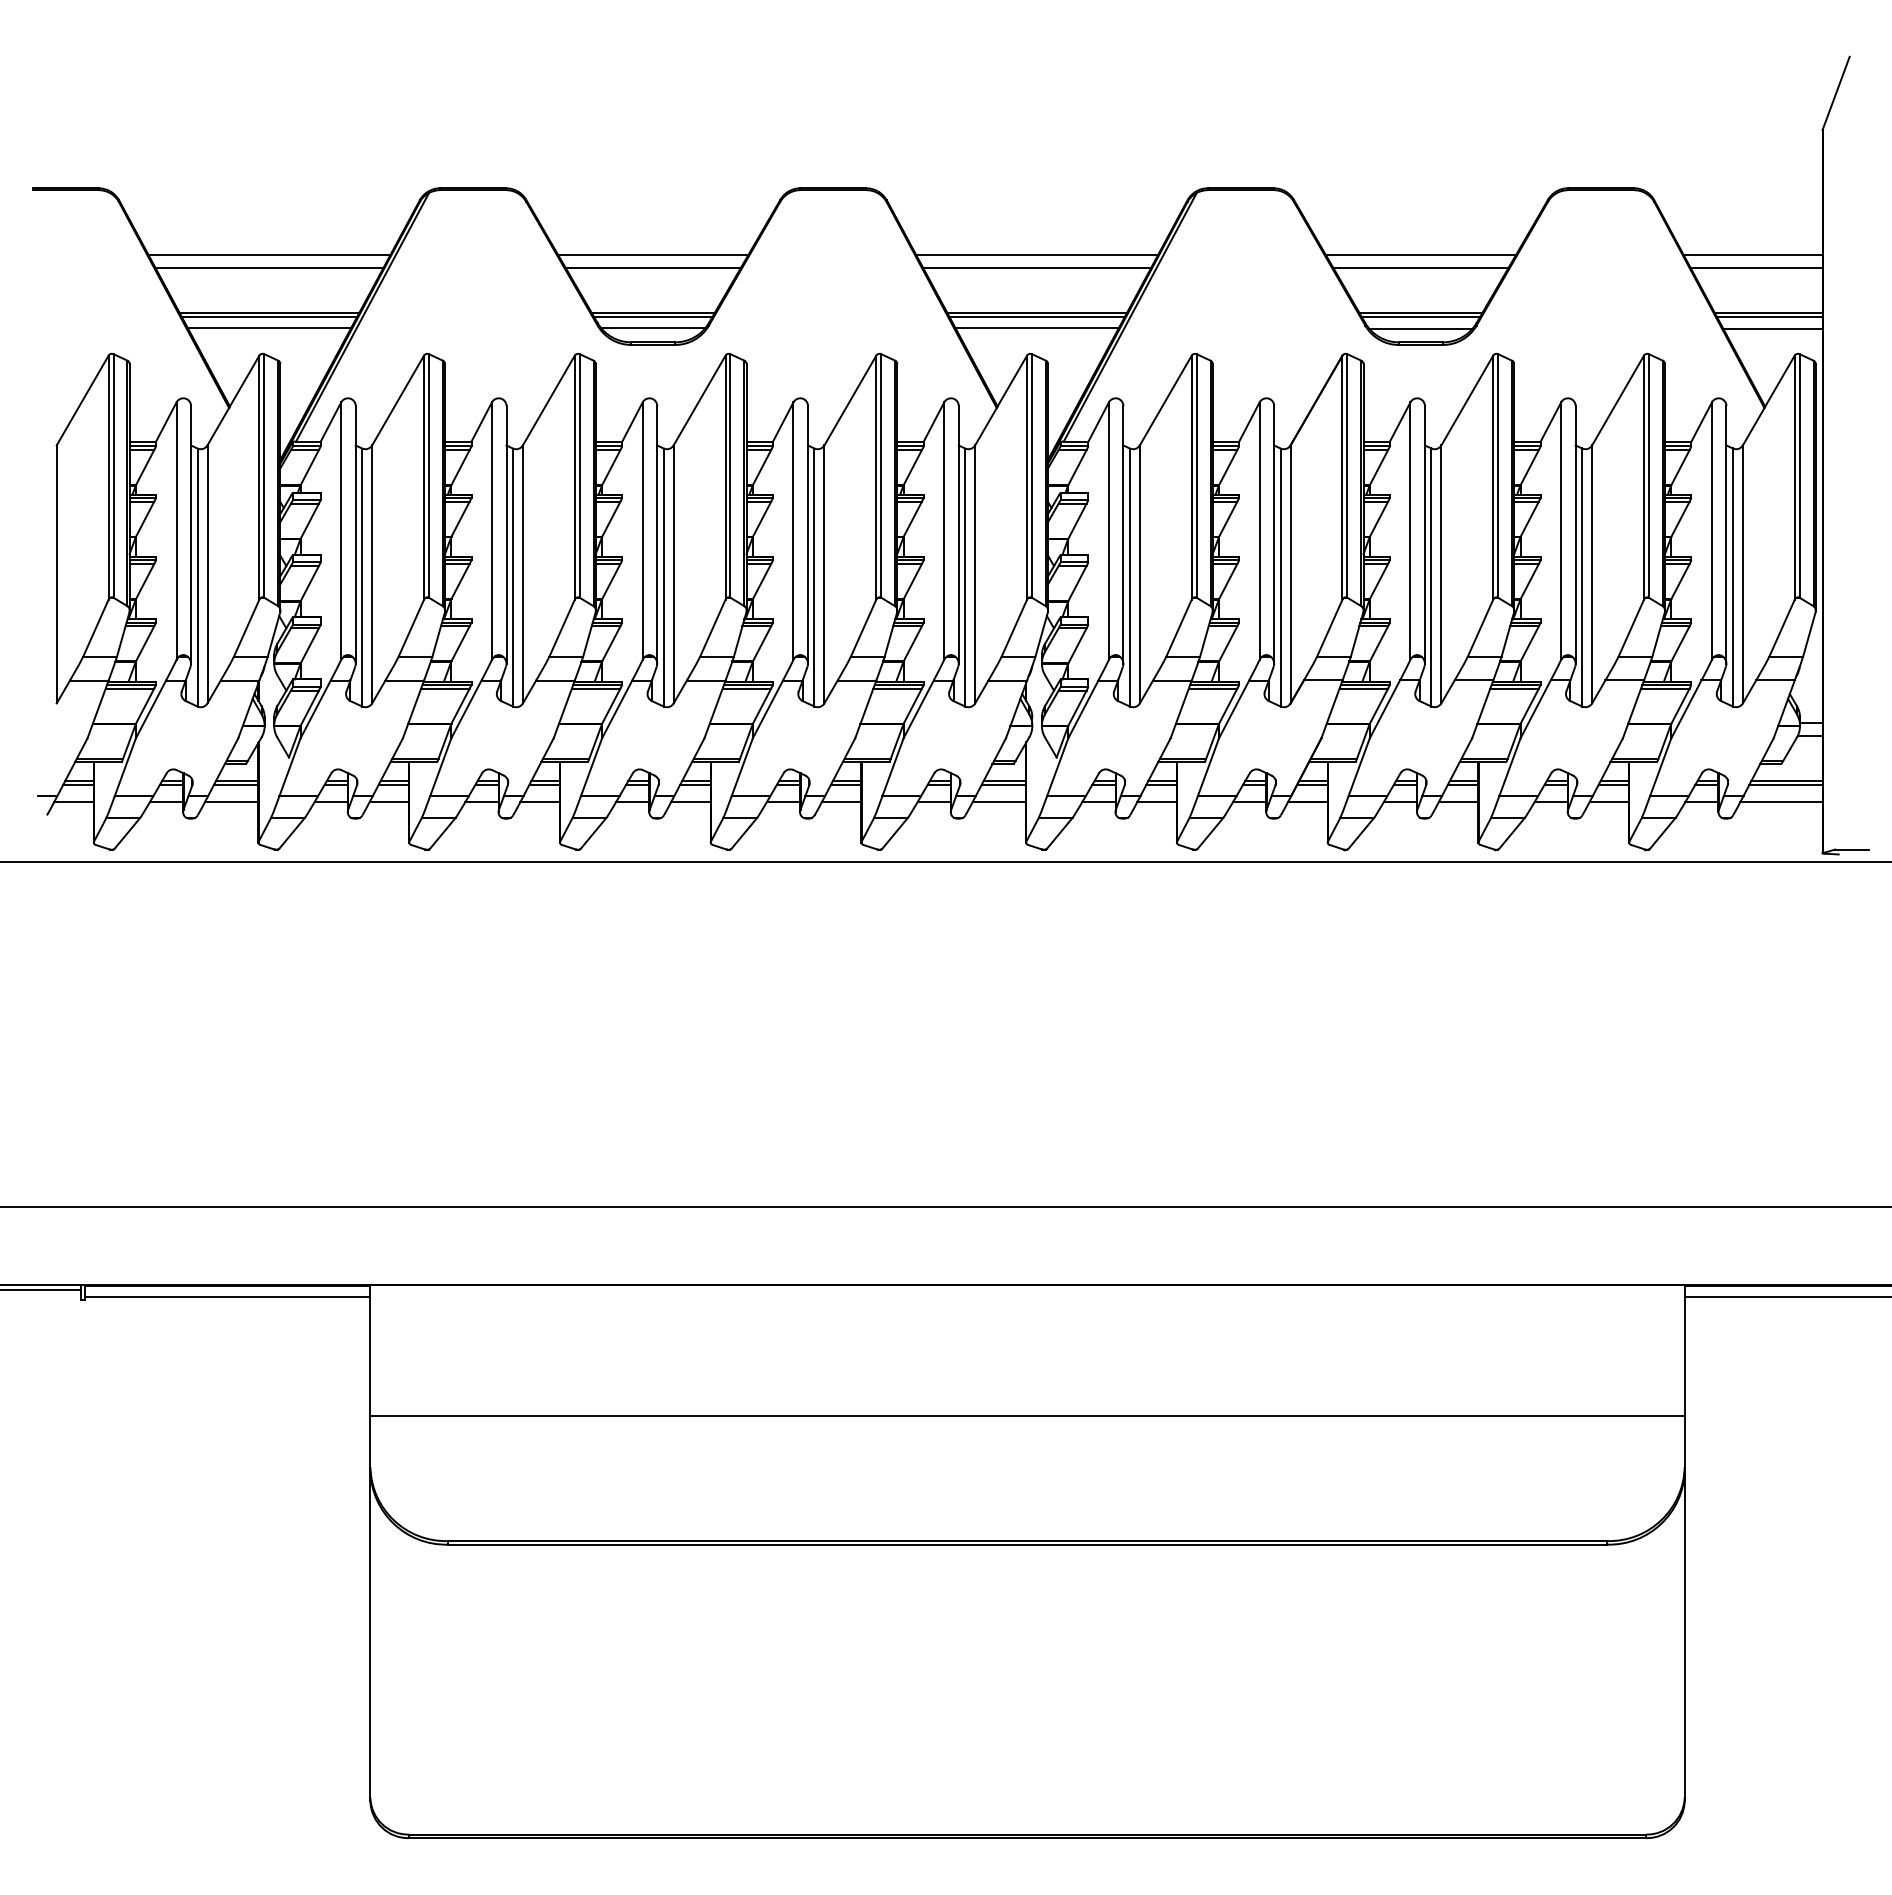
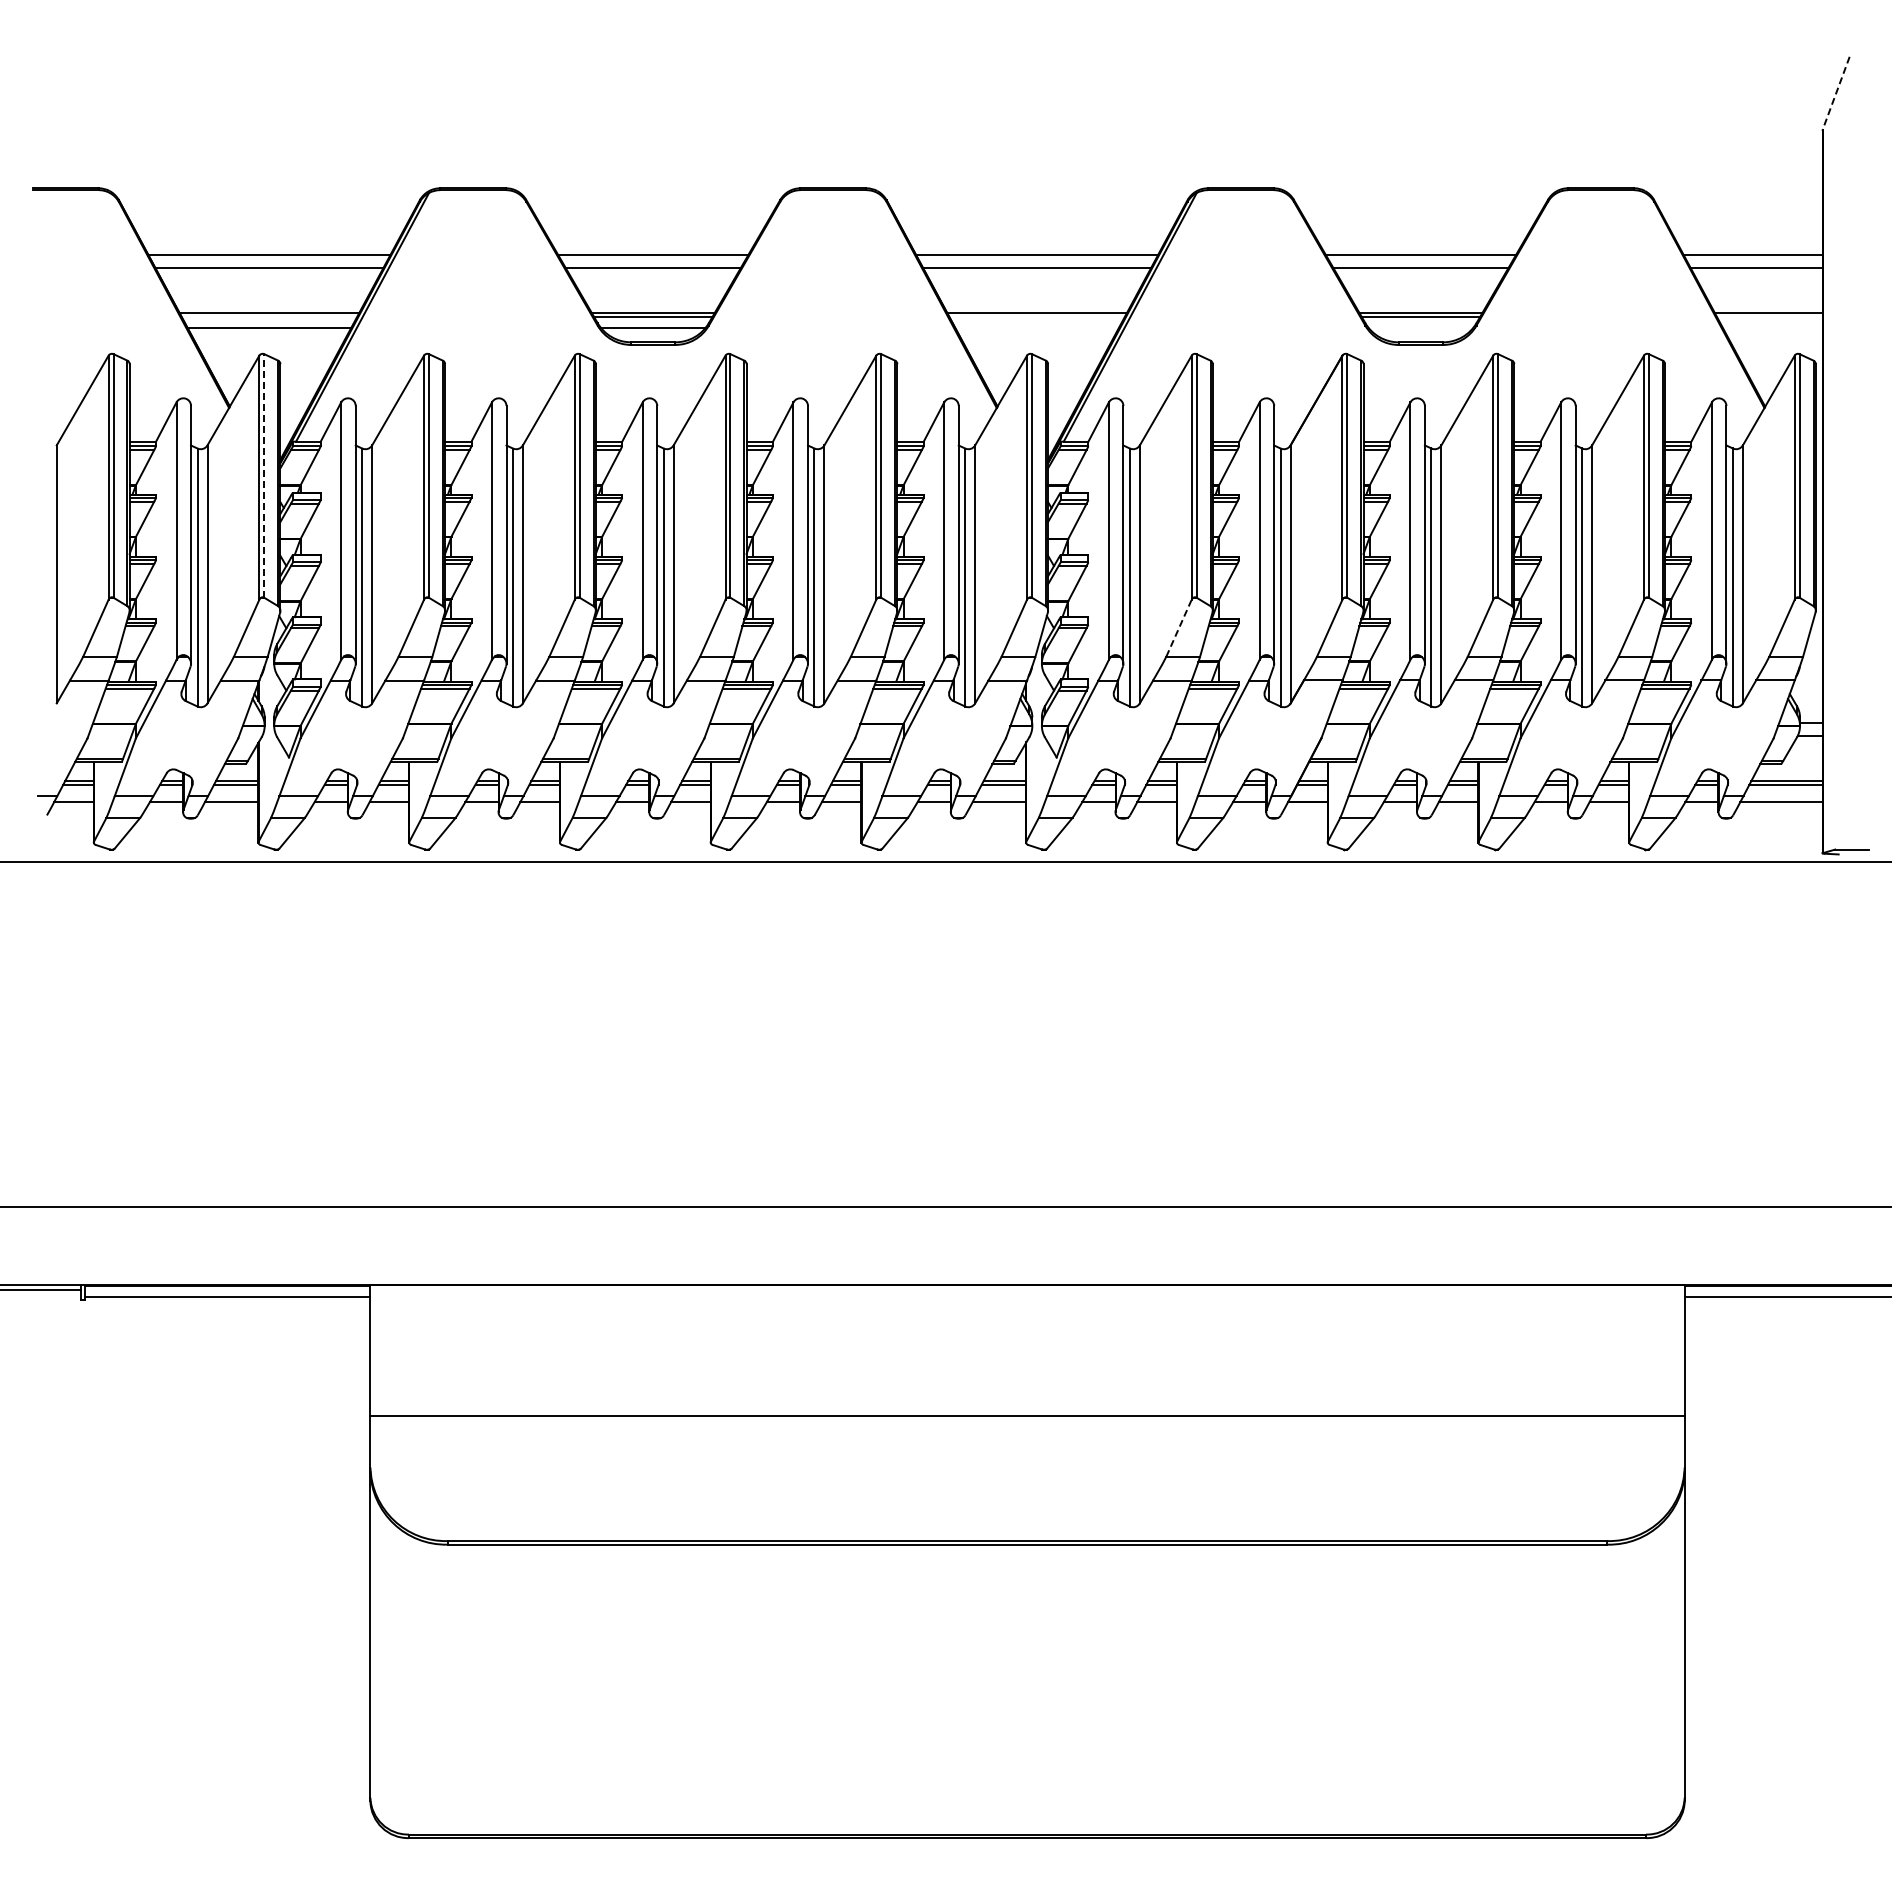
line at (1836, 93): solid -> dashed
line at (269, 316): present -> none
line at (1036, 316): present -> none
line at (1769, 316): present -> none
line at (1036, 328): present -> none
line at (1420, 328): present -> none
line at (1772, 328): present -> none
line at (264, 475): solid -> dashed
line at (1179, 627): solid -> dashed
